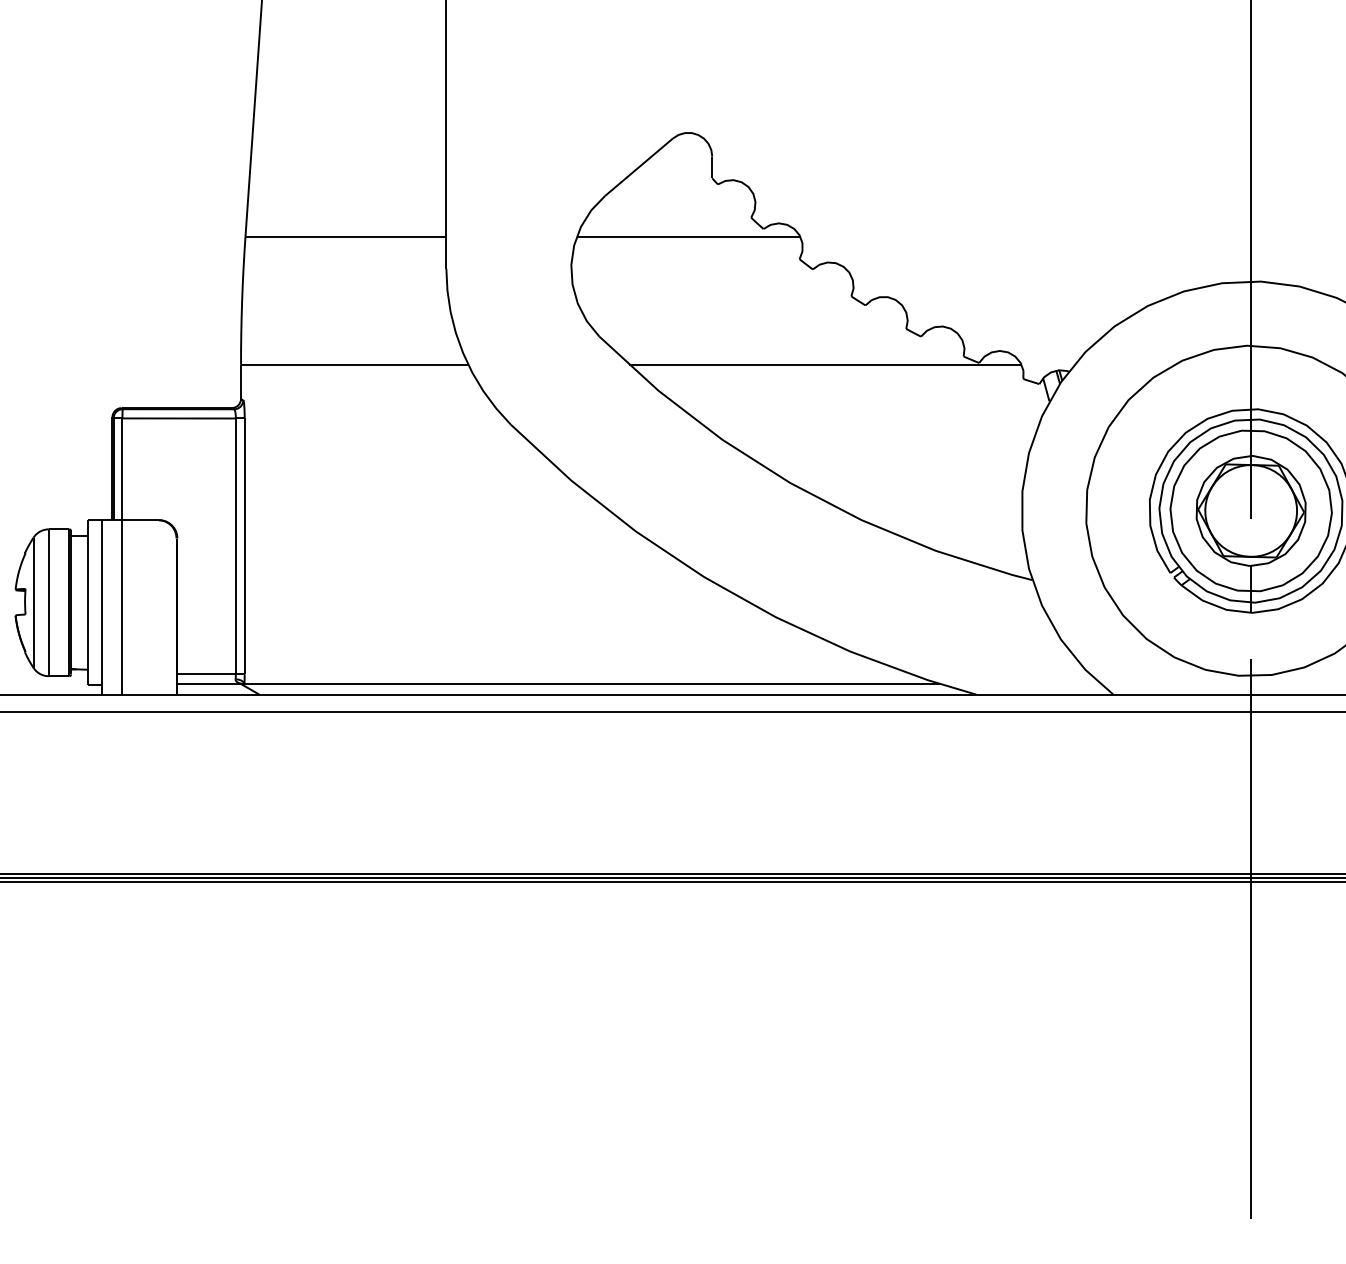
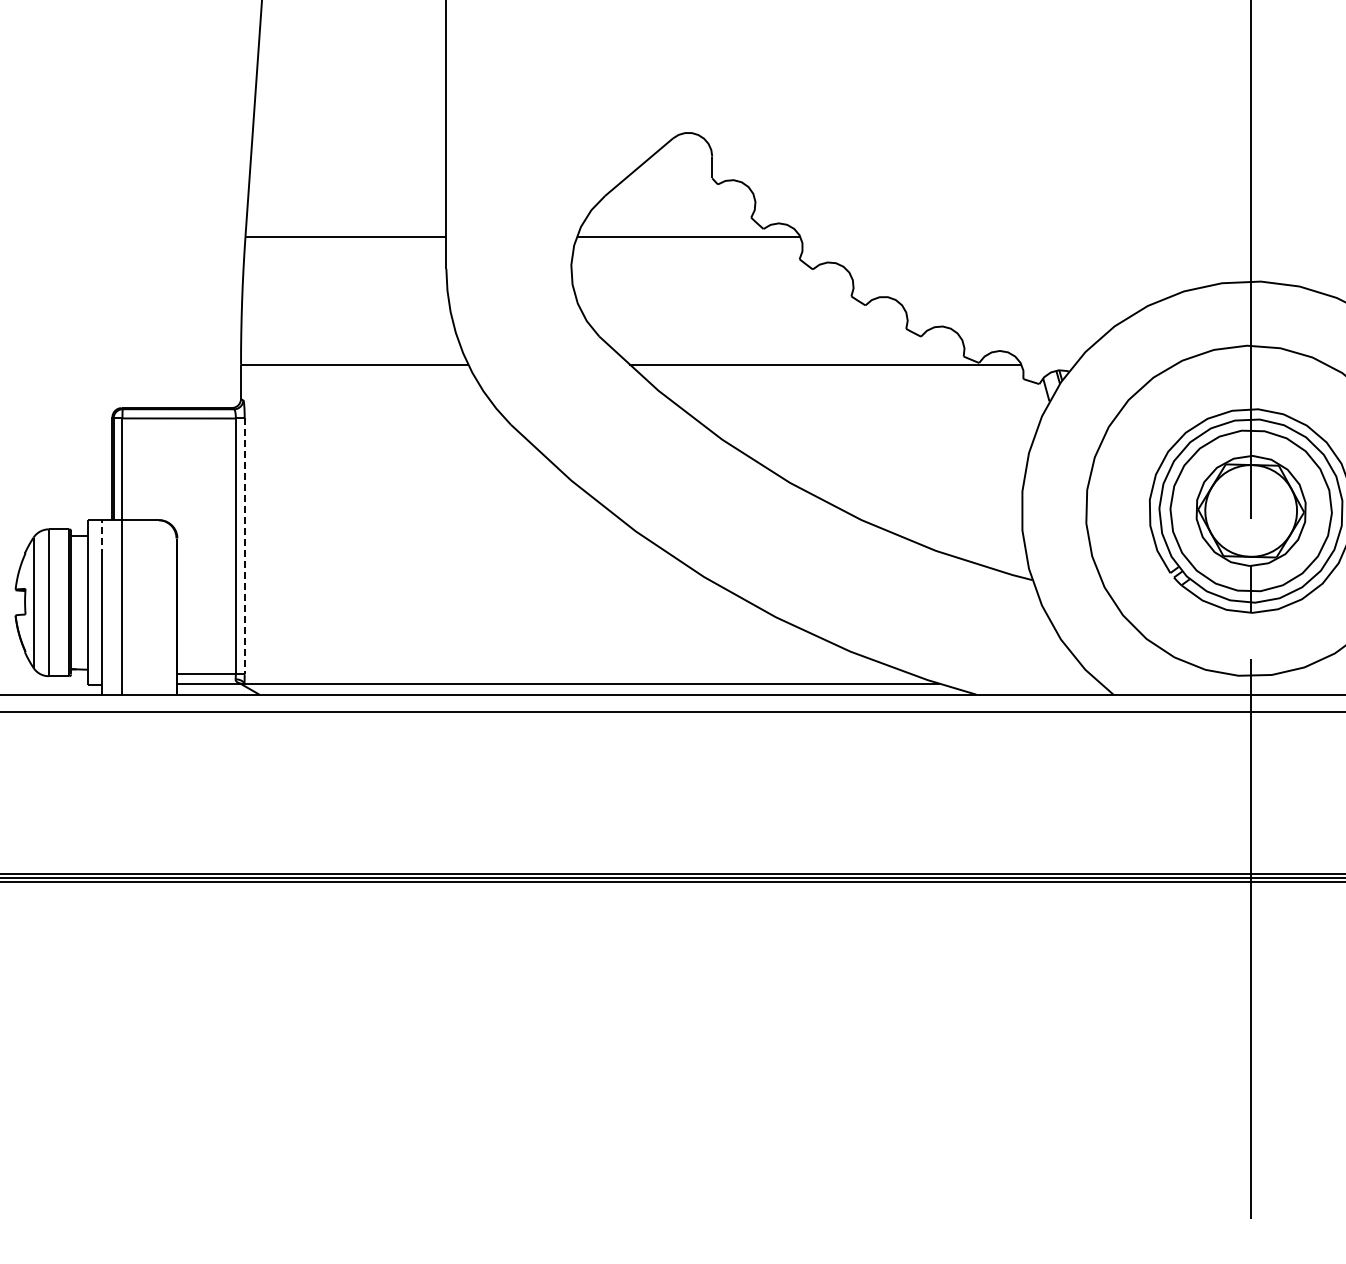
line at (102, 537): solid -> dashed
line at (244, 546): solid -> dashed
